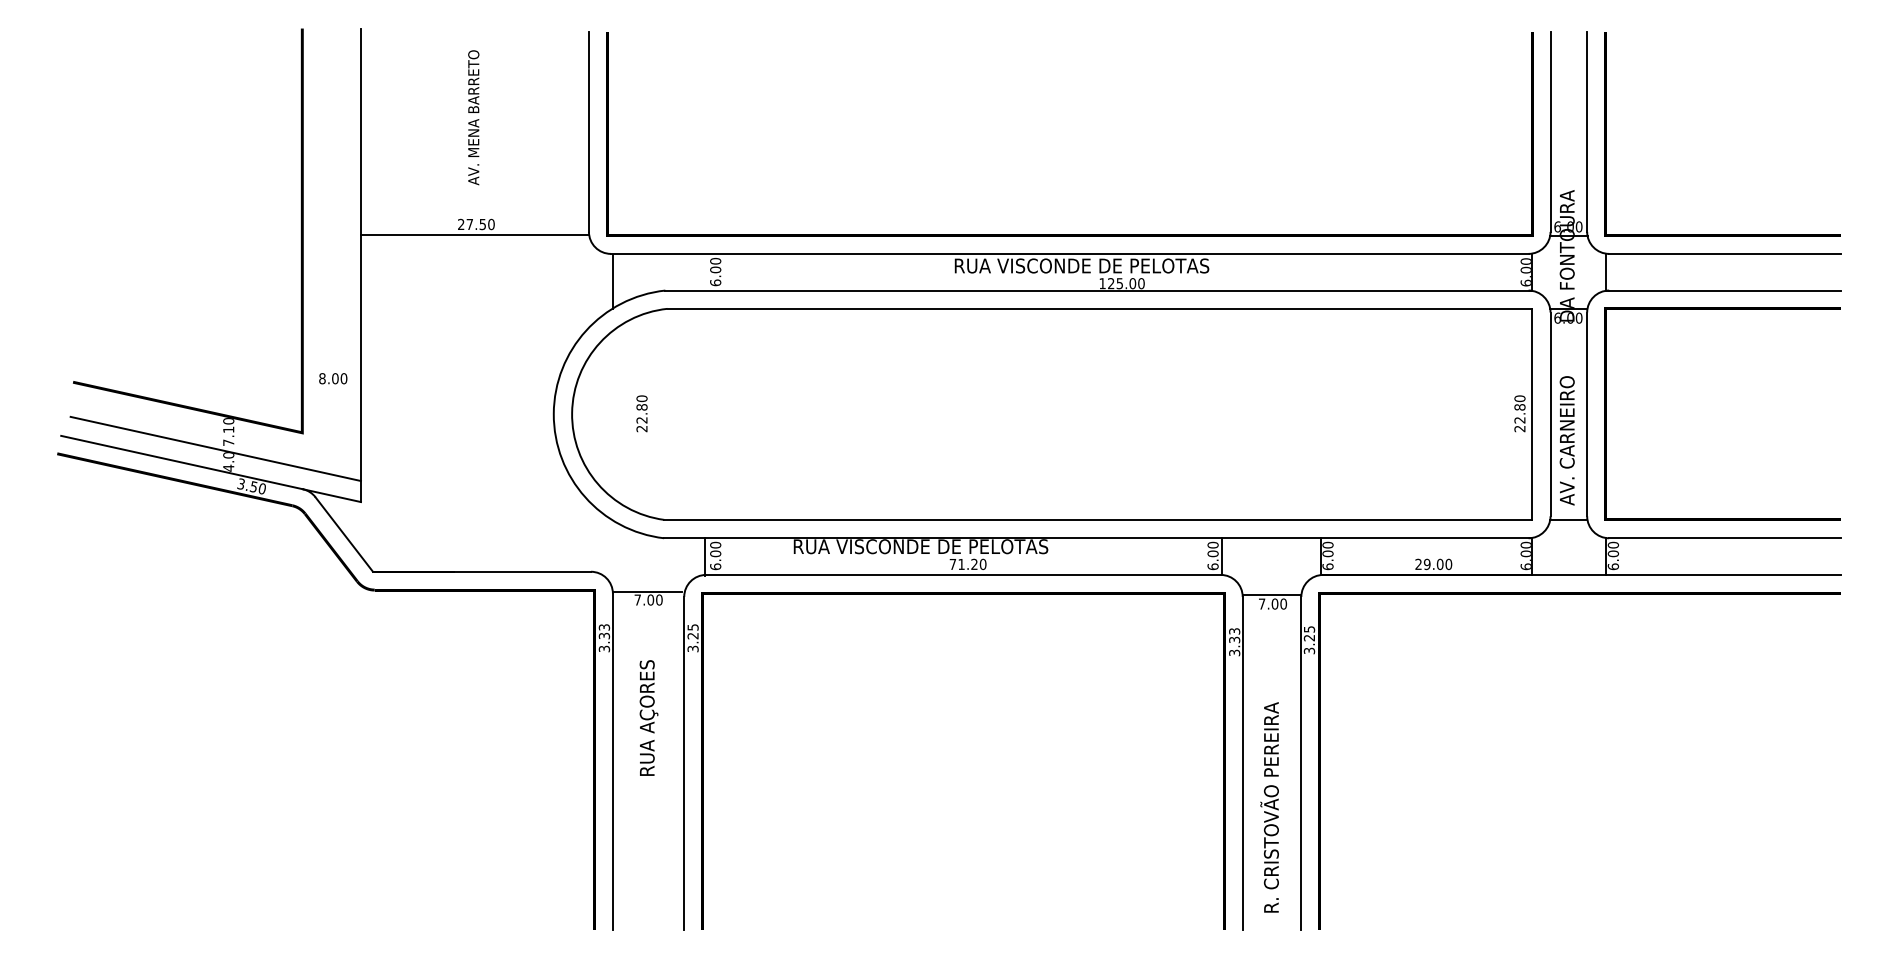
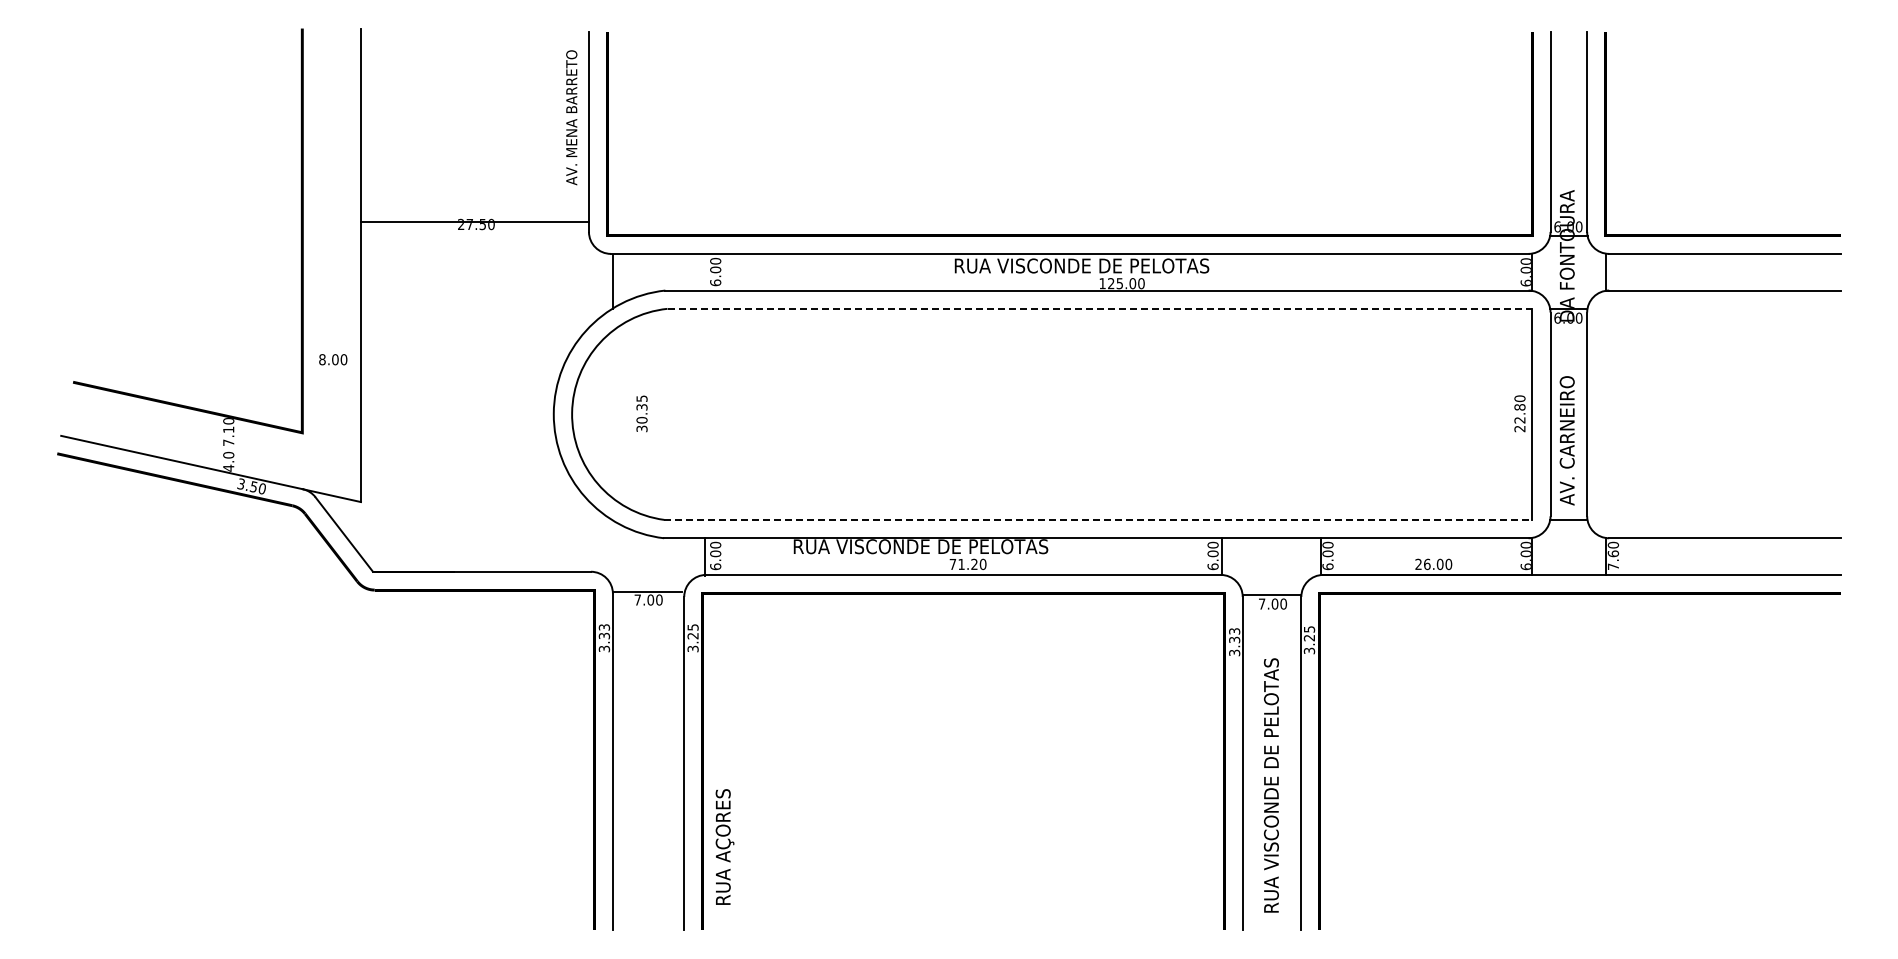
text at (473, 117) position: (473, 117) -> (571, 117)
line at (474, 234) position: (474, 234) -> (474, 221)
line at (1100, 308): solid -> dashed
line at (1722, 309): present -> none
text at (333, 378) position: (333, 378) -> (333, 359)
text at (641, 413): 22.80 -> 30.35
line at (215, 448): present -> none
line at (1098, 519): solid -> dashed
text at (1613, 560): 6.00 -> 7.60
text at (1426, 564): 29.00 -> 26.00
text at (648, 717) position: (648, 717) -> (724, 846)
text at (1269, 779): R. CRISTOVÃO PEREIRA -> RUA VISCONDE DE PELOTAS
